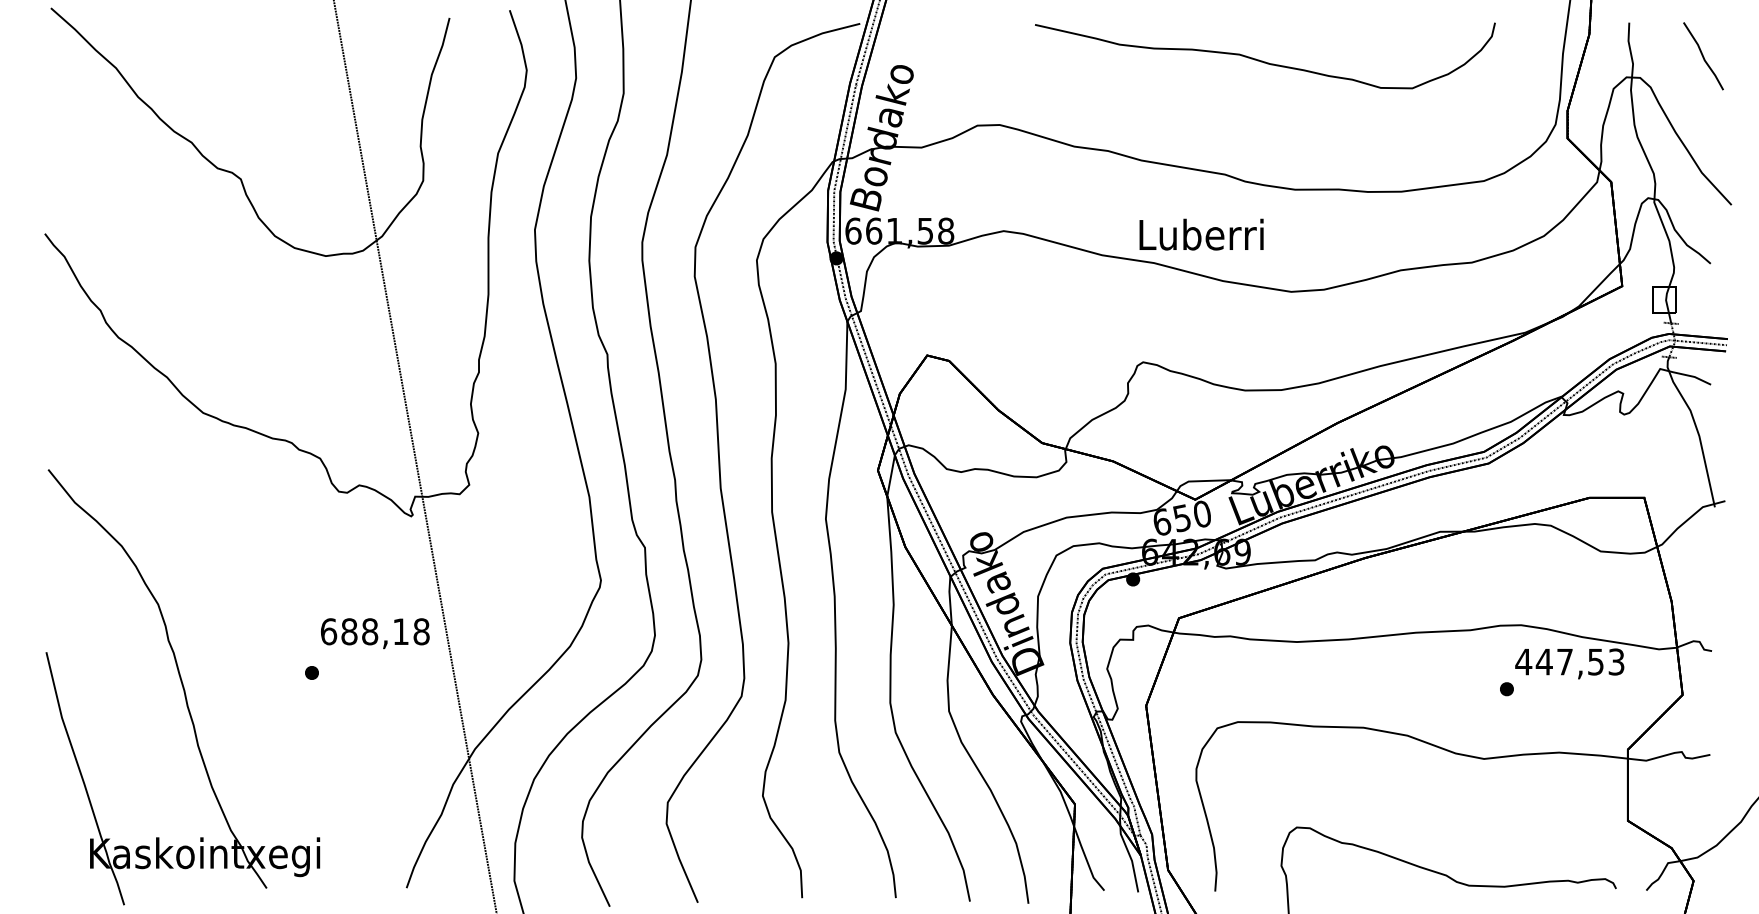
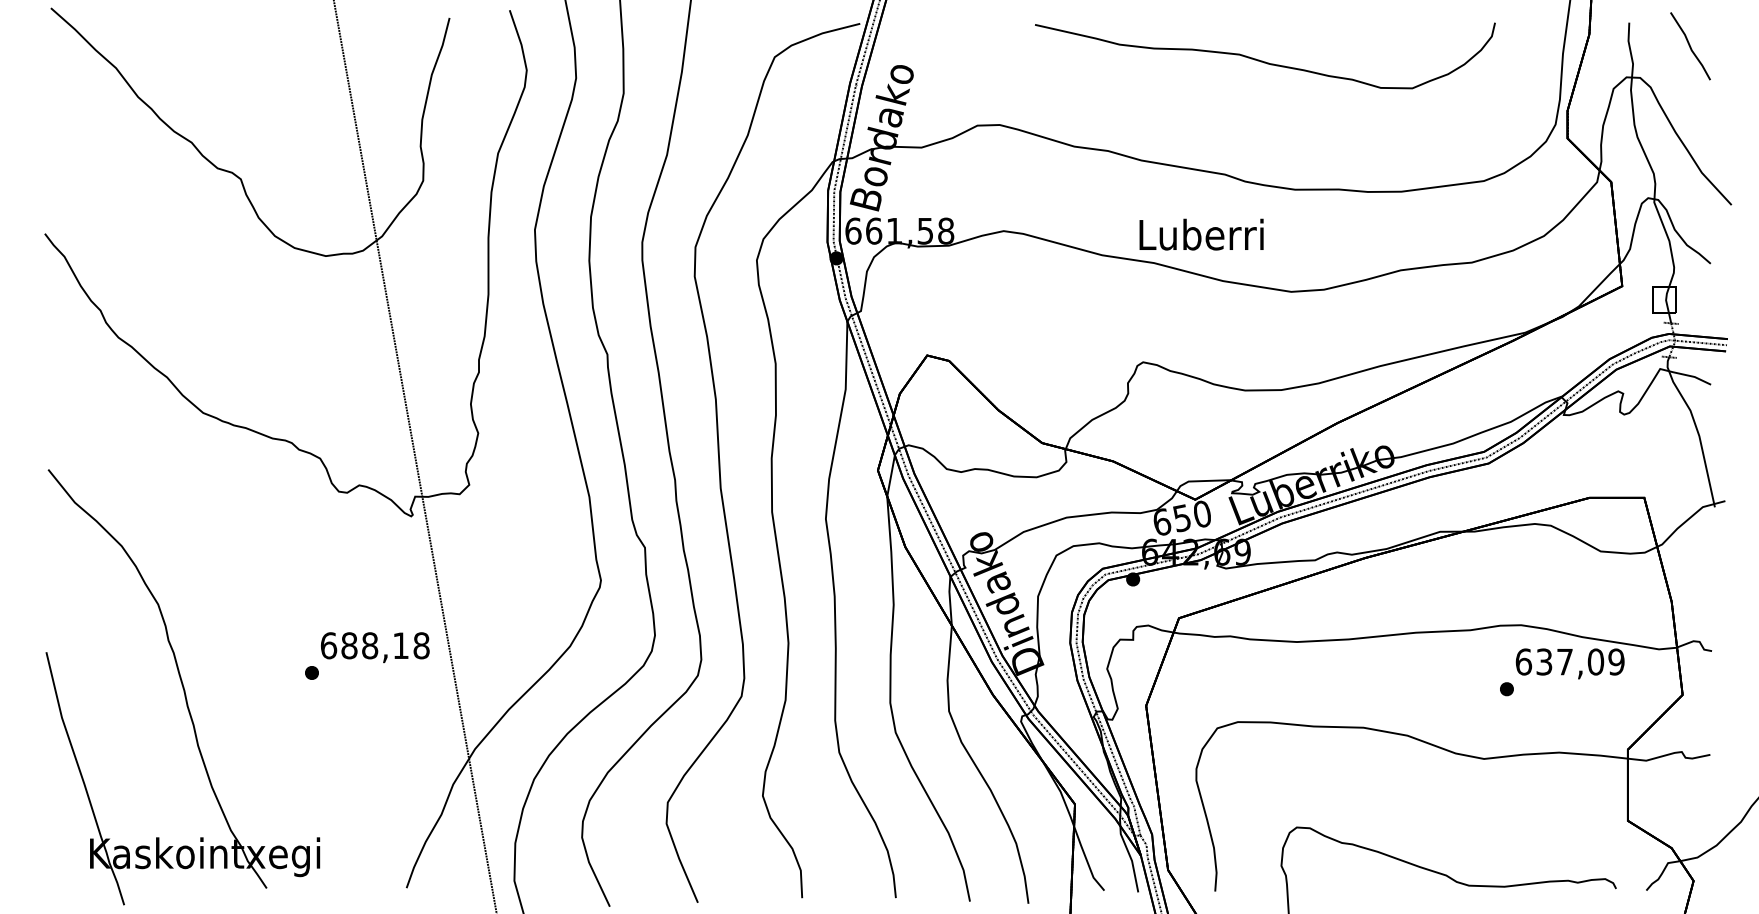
line at (1703, 56) position: (1703, 56) -> (1690, 46)
text at (375, 633) position: (375, 633) -> (375, 647)
text at (1569, 661): 447,53 -> 637,09
